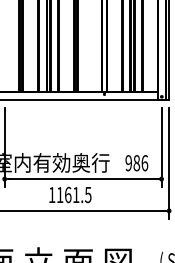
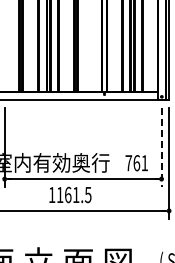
line at (161, 147): solid -> dashed
text at (136, 163): 986 -> 761
